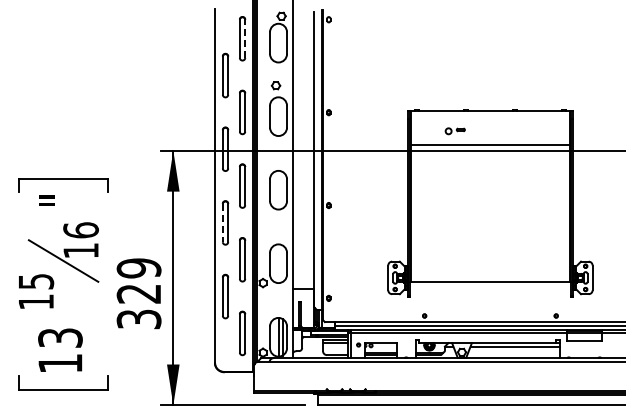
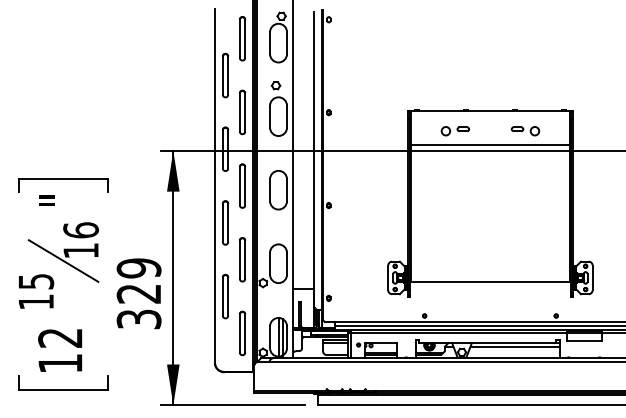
line at (245, 38): dashed -> solid
part at (454, 131) size: 22x9 px -> 30x11 px
part at (525, 131): none -> present
line at (222, 223): dashed -> solid
text at (60, 337): 13 -> 12
